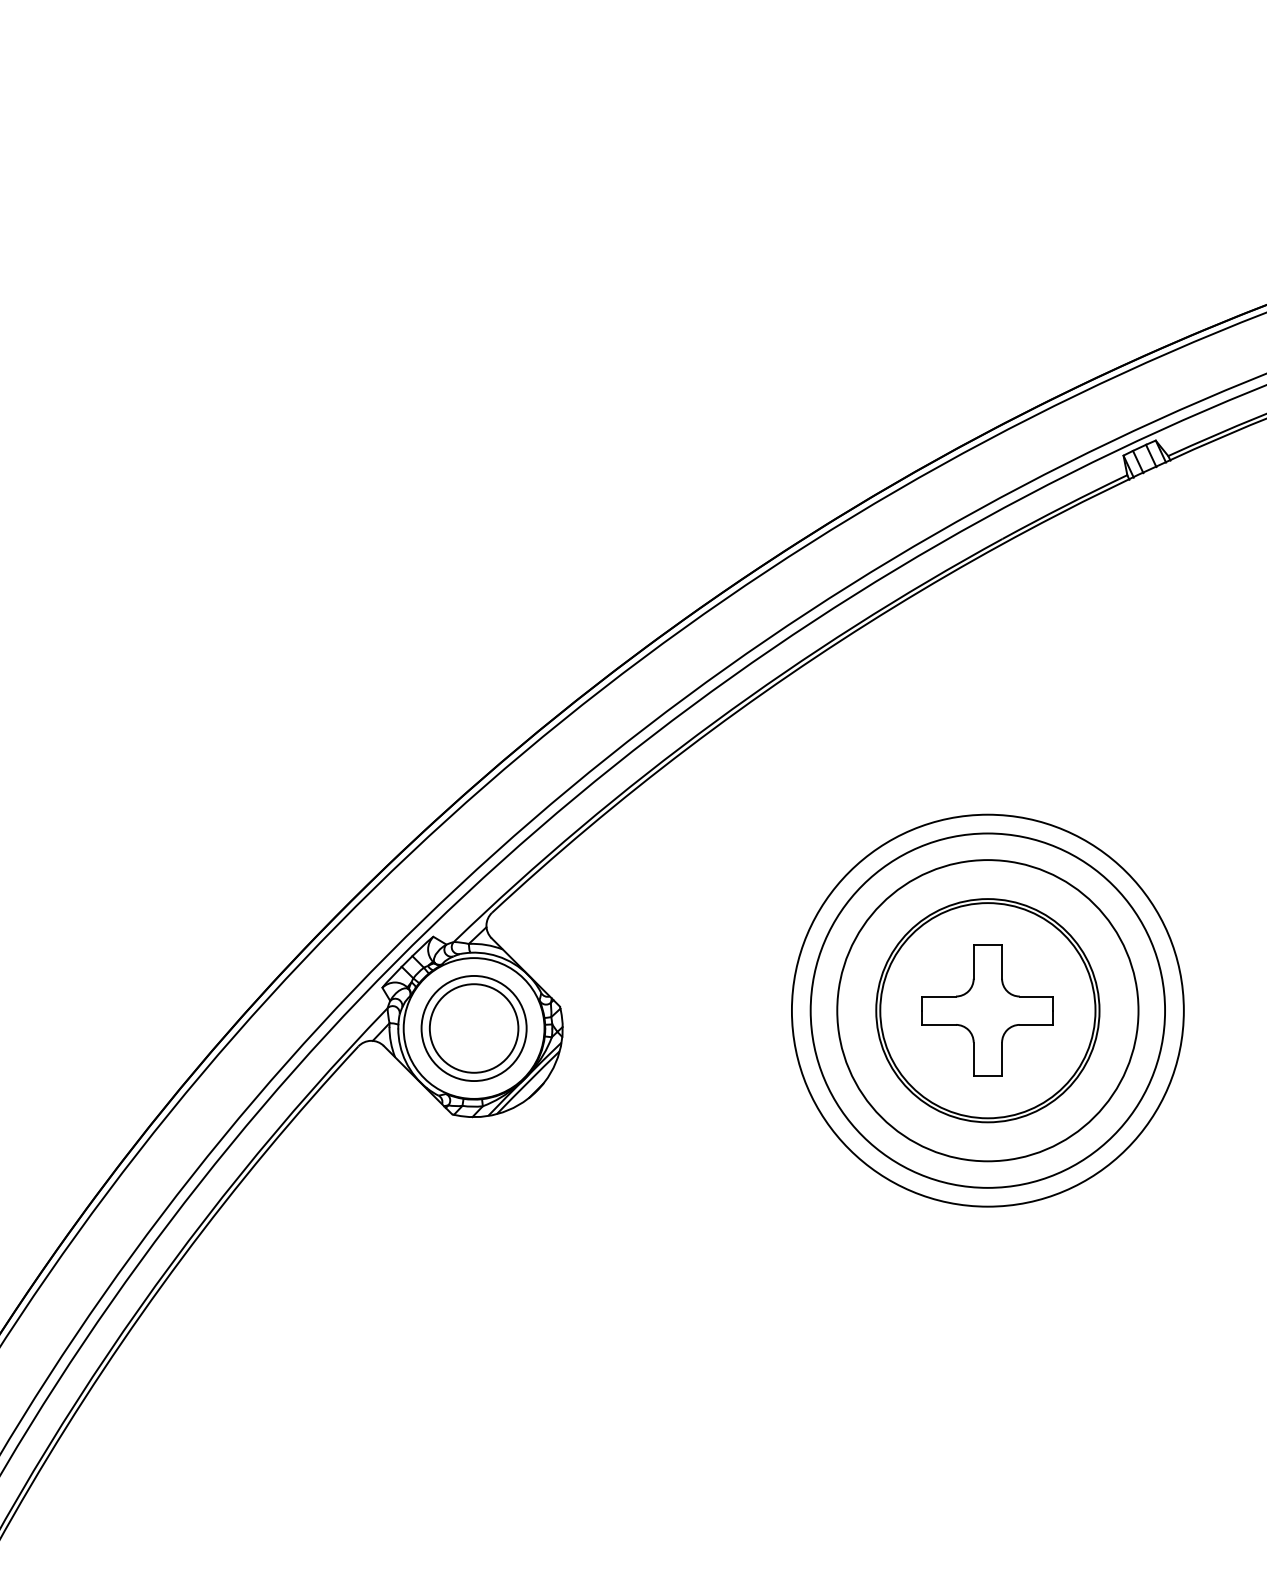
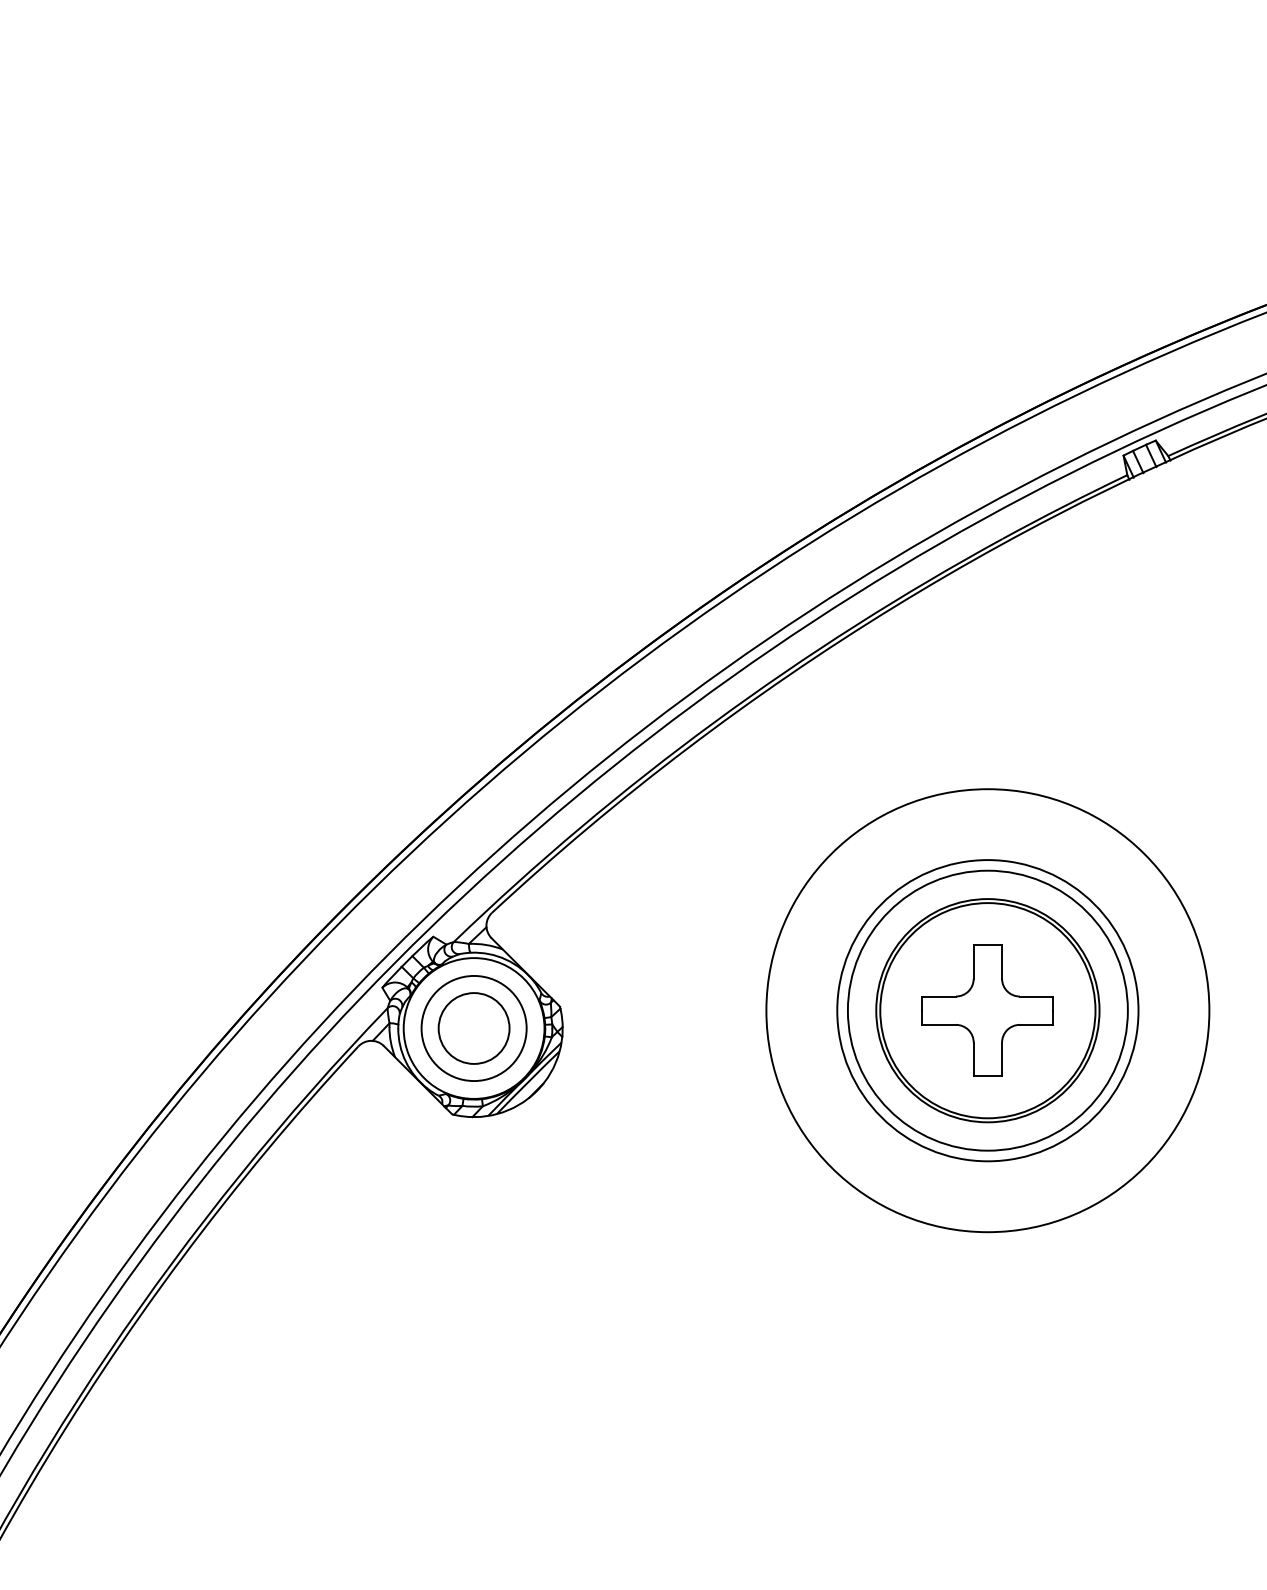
circle at (987, 1010) diameter: 354 px -> 443 px
circle at (987, 1010) diameter: 392 px -> 280 px
circle at (473, 1028) diameter: 89 px -> 71 px
